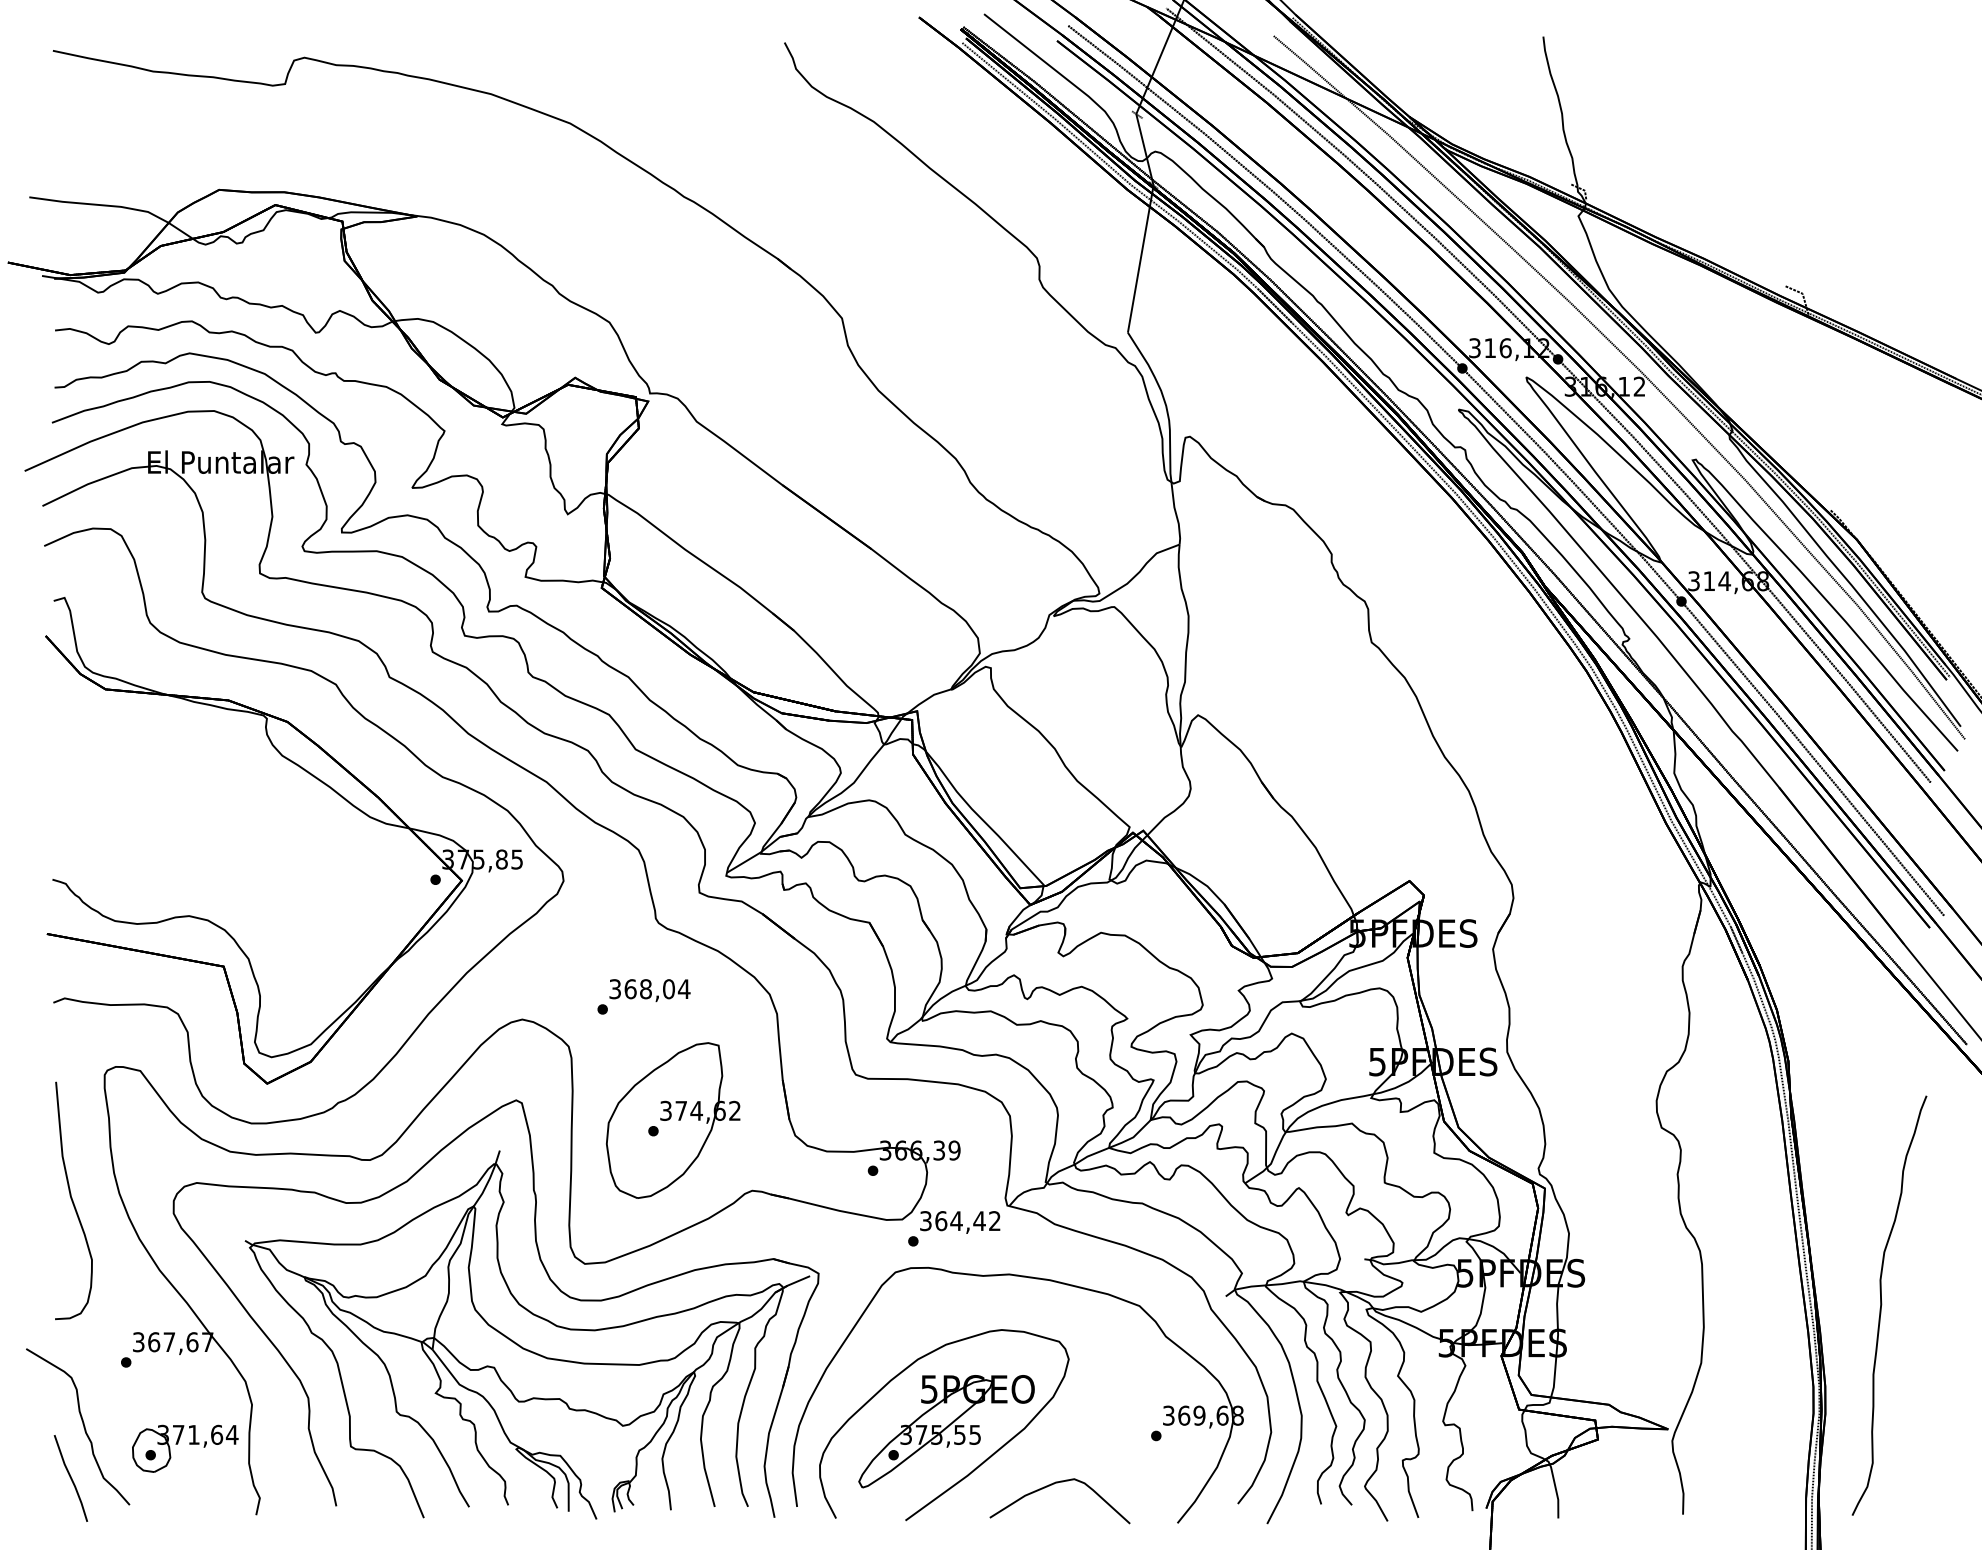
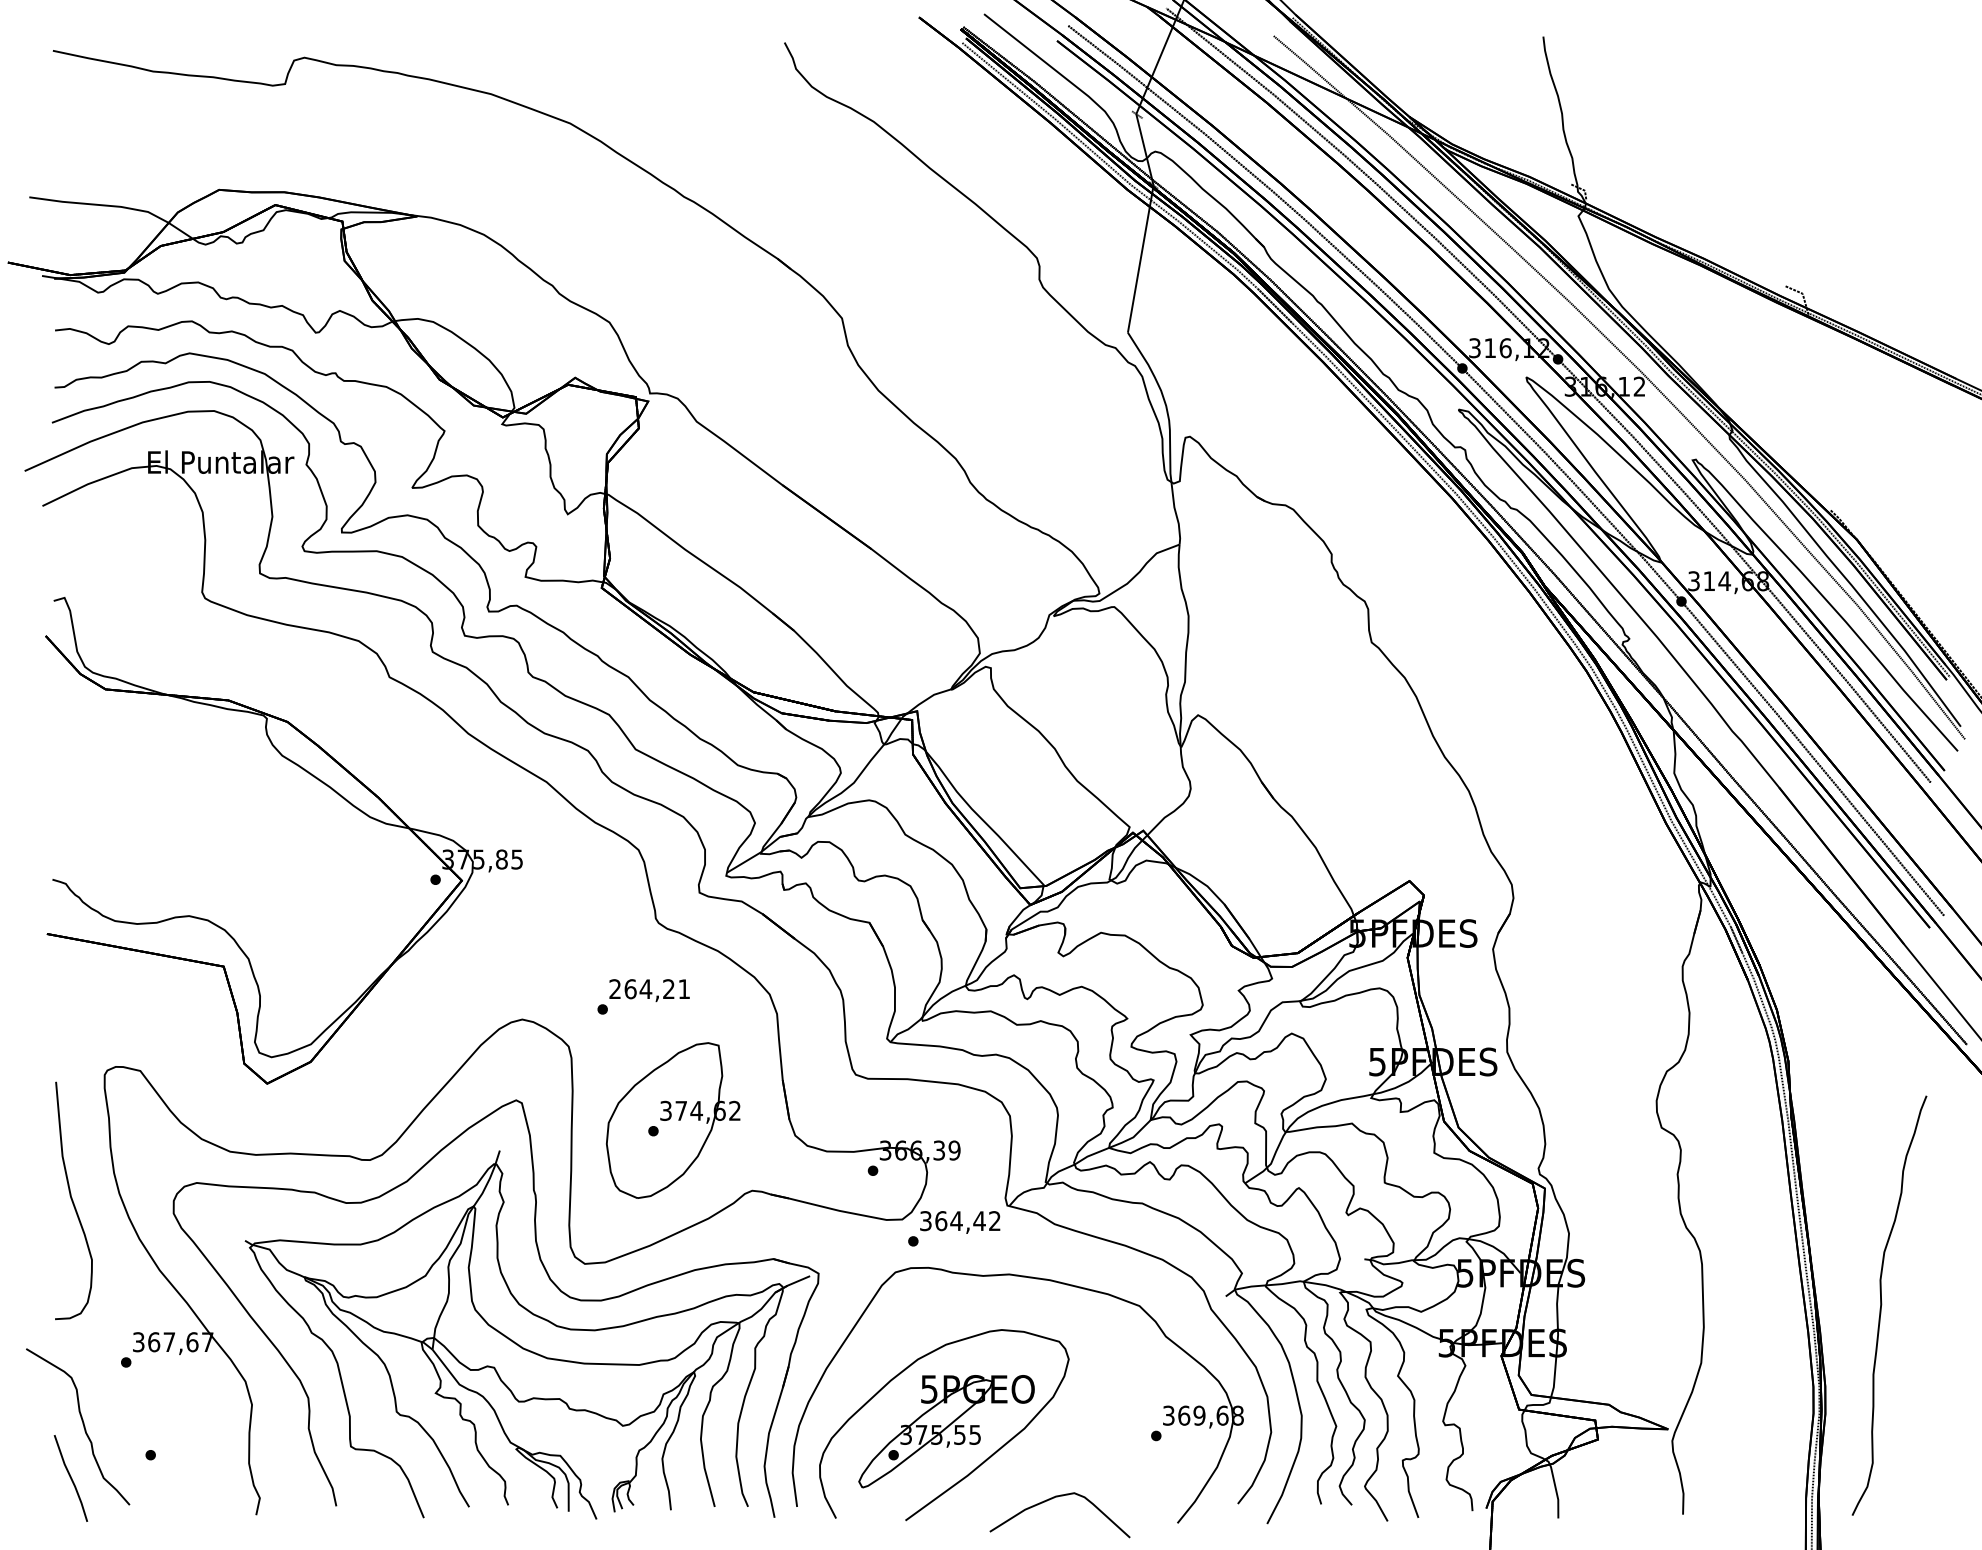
curve at (372, 724): present -> none
text at (649, 989): 368,04 -> 264,21
part at (185, 1448): present -> none
curve at (1052, 1485) position: (1052, 1485) -> (1052, 1499)
